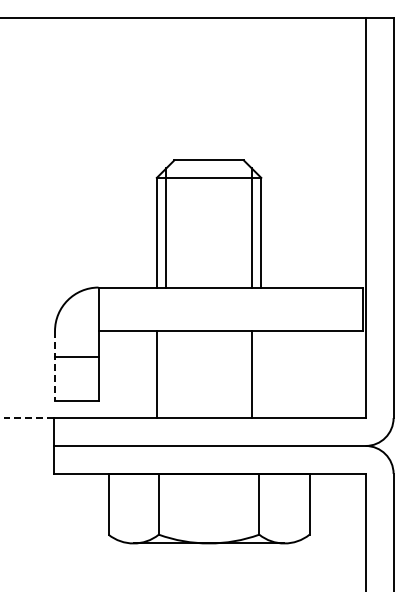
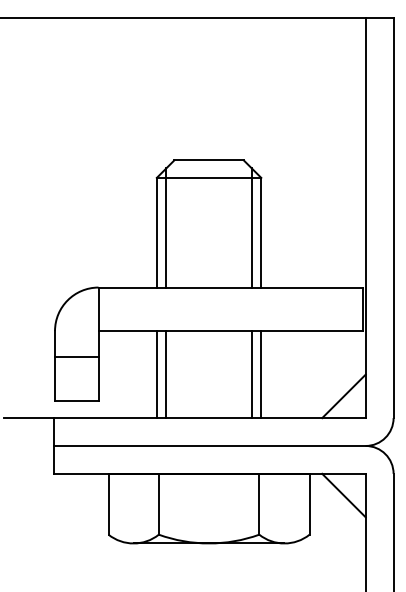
line at (55, 365): dashed -> solid
line at (166, 374): none -> present
line at (261, 374): none -> present
line at (343, 396): none -> present
line at (28, 418): dashed -> solid
line at (343, 495): none -> present
